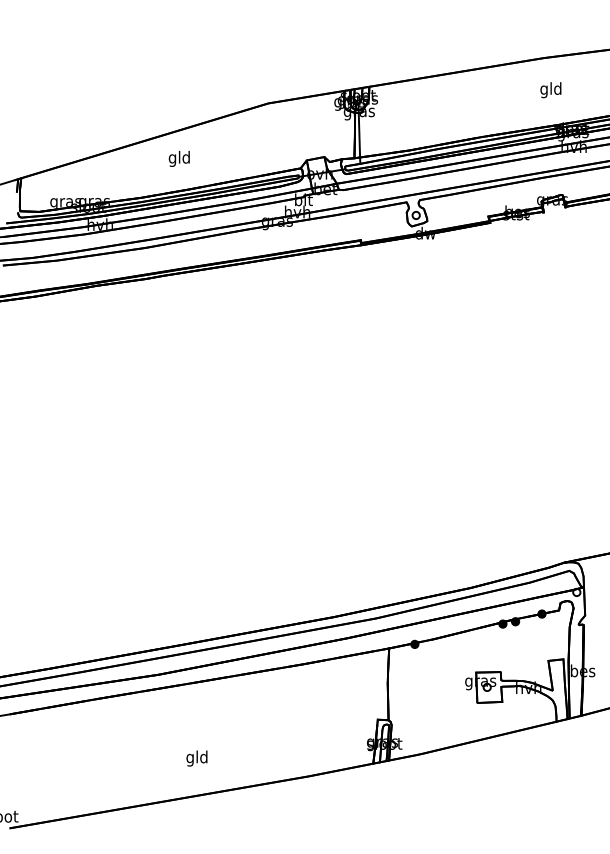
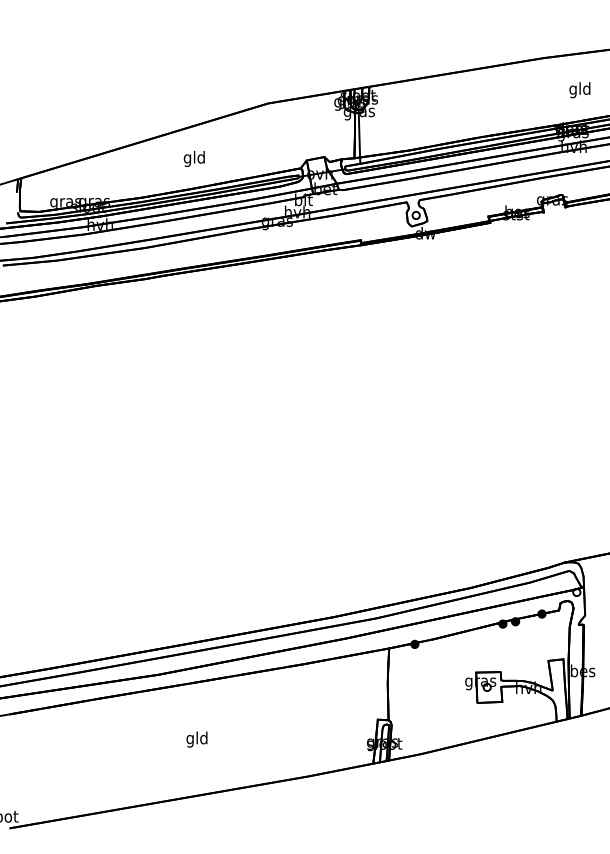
text at (550, 90) position: (550, 90) -> (579, 90)
text at (178, 158) position: (178, 158) -> (193, 158)
text at (196, 758) position: (196, 758) -> (196, 739)
